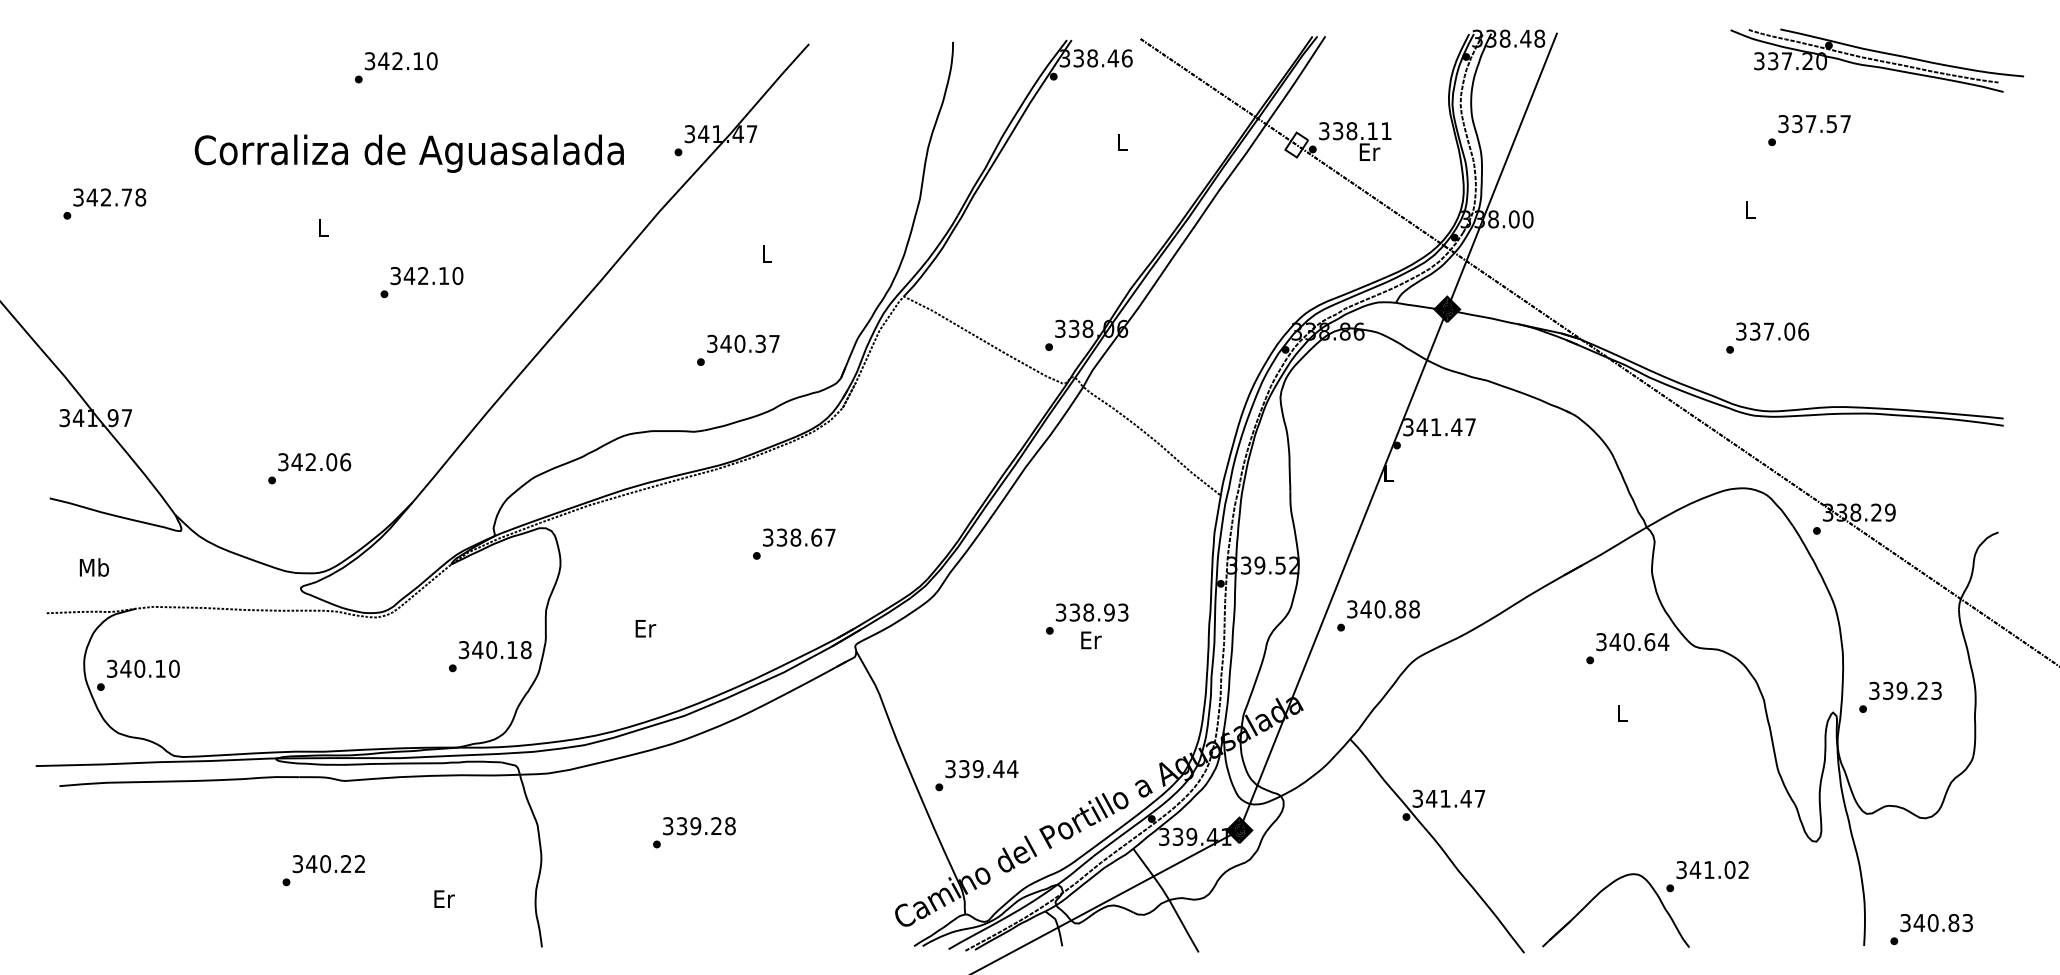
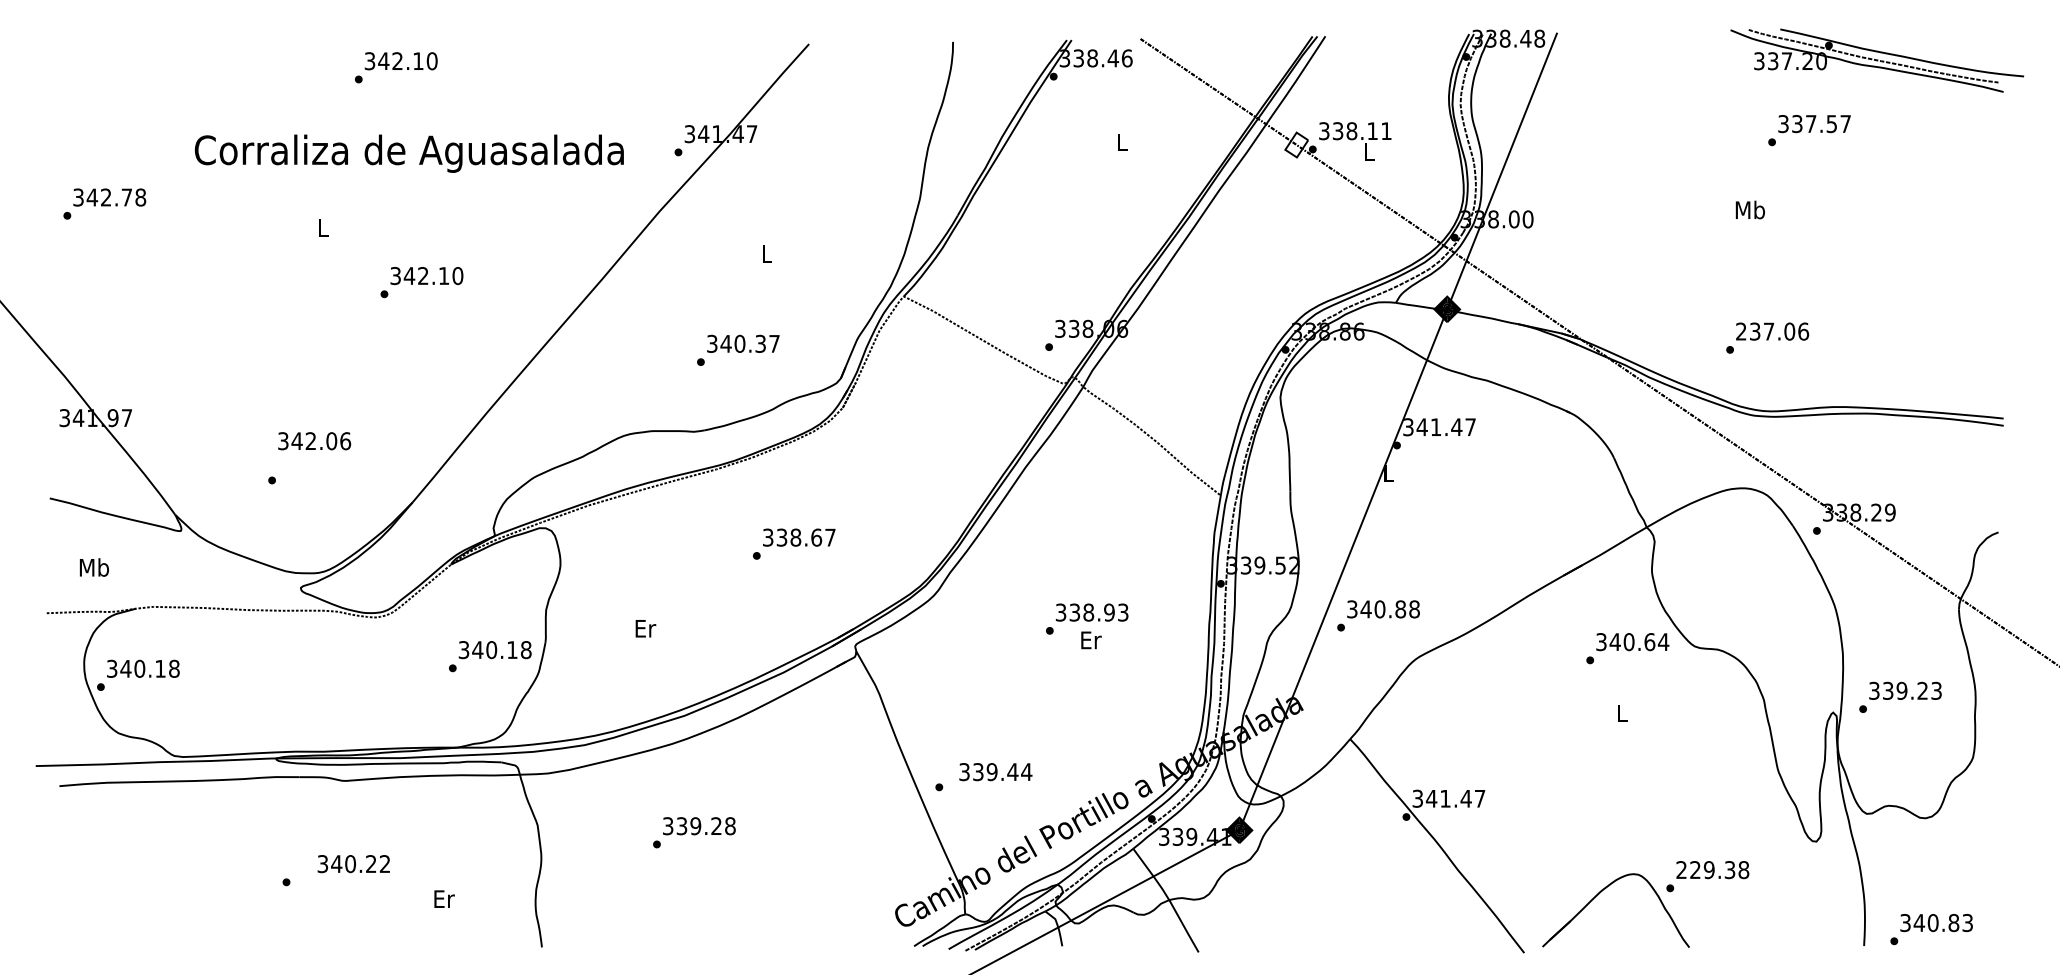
text at (1369, 151): Er -> L
text at (1749, 209): L -> Mb
text at (1741, 331): 337.06 -> 237.06
text at (314, 462) position: (314, 462) -> (314, 441)
text at (174, 668): 340.10 -> 340.18
text at (981, 769) position: (981, 769) -> (995, 772)
text at (328, 864) position: (328, 864) -> (353, 864)
text at (1712, 870): 341.02 -> 229.38
